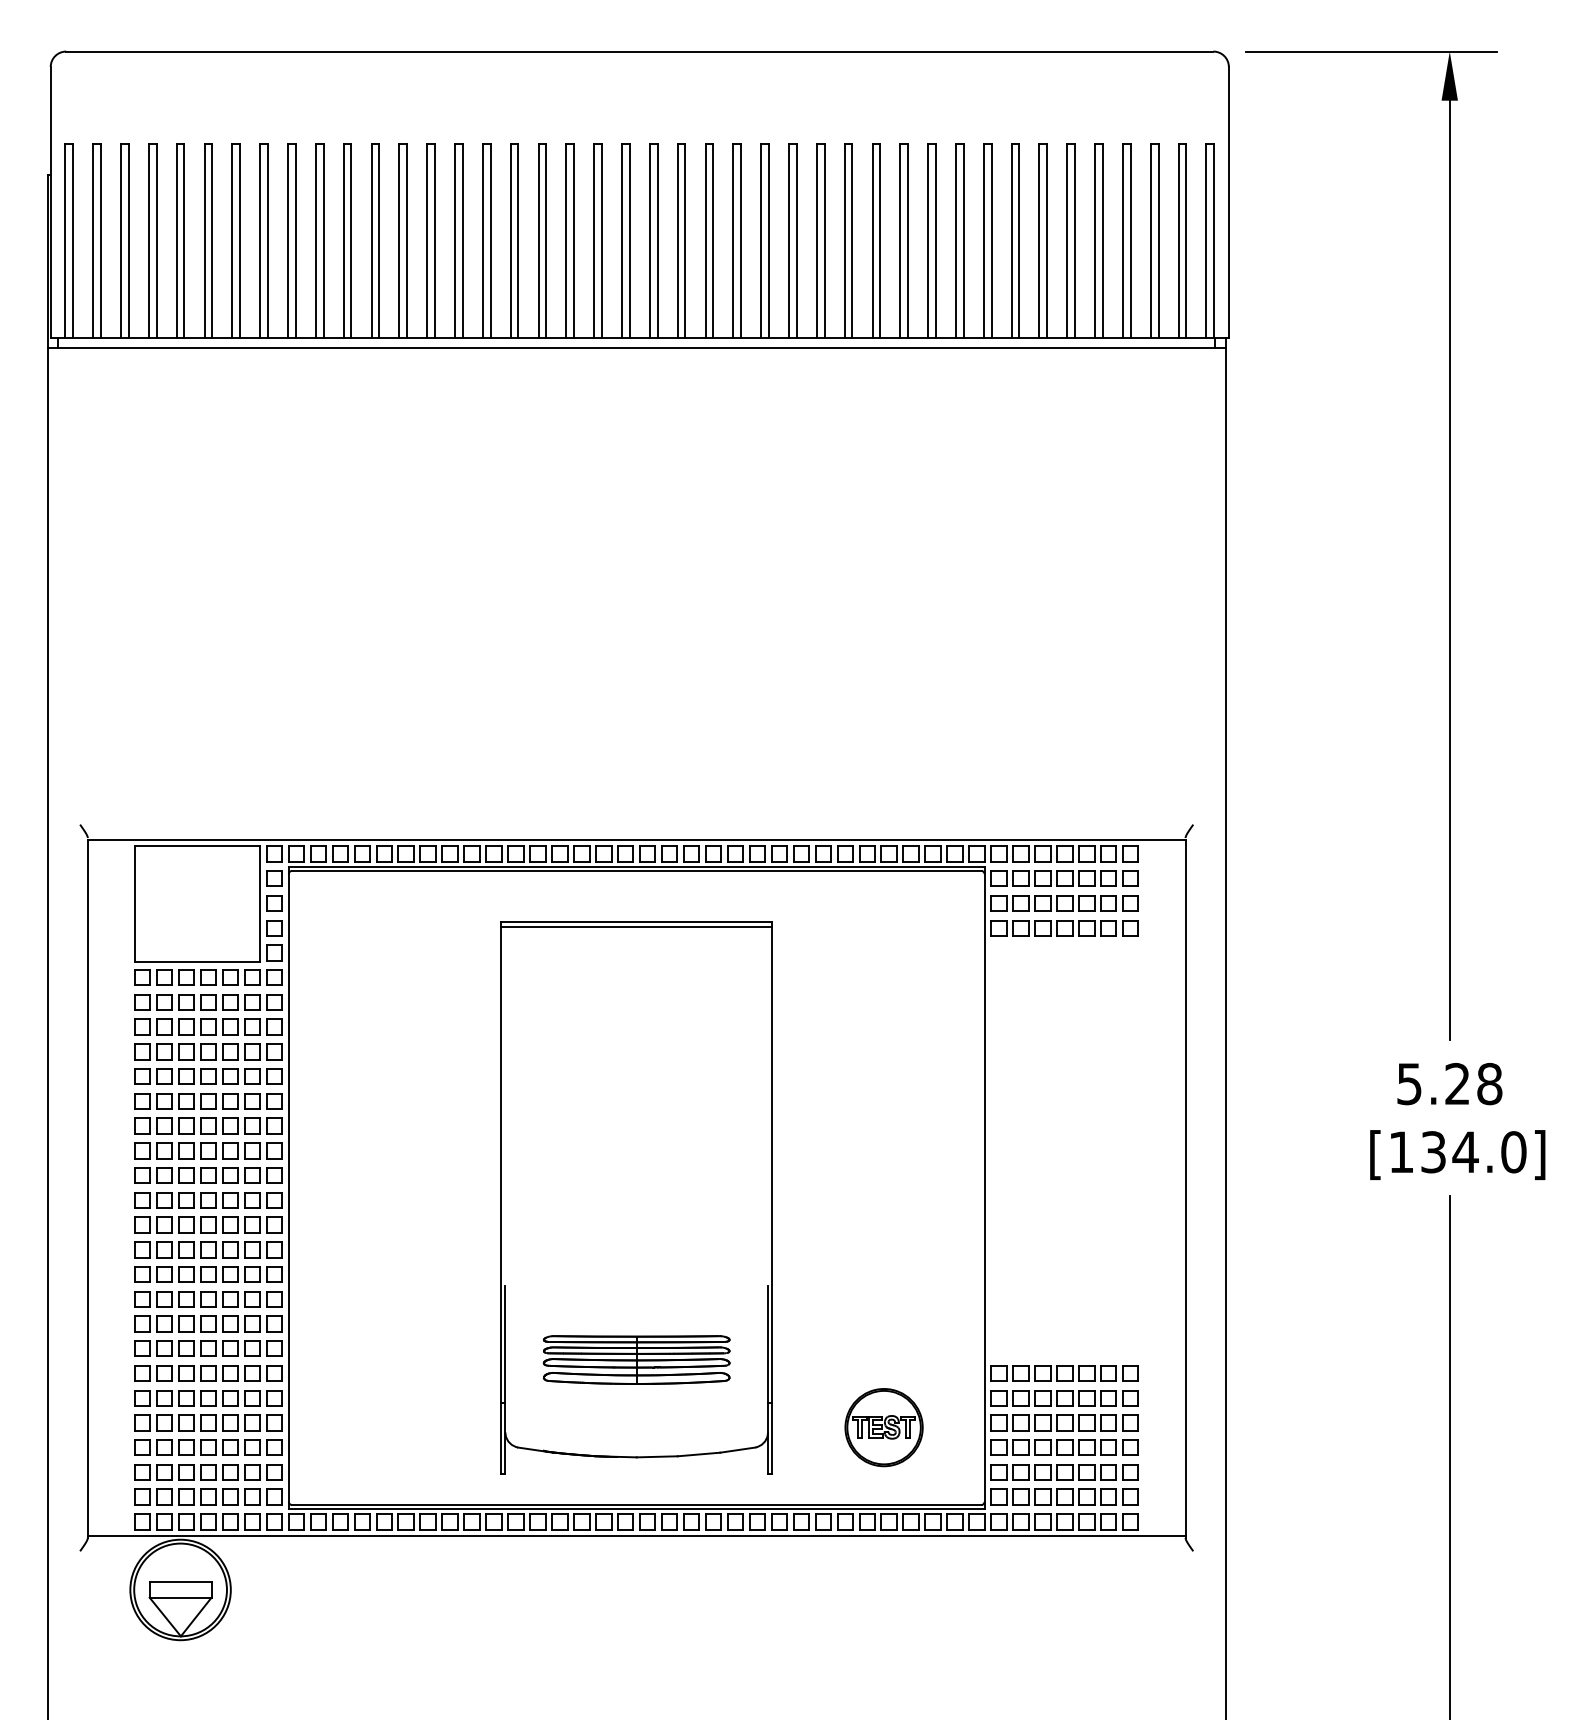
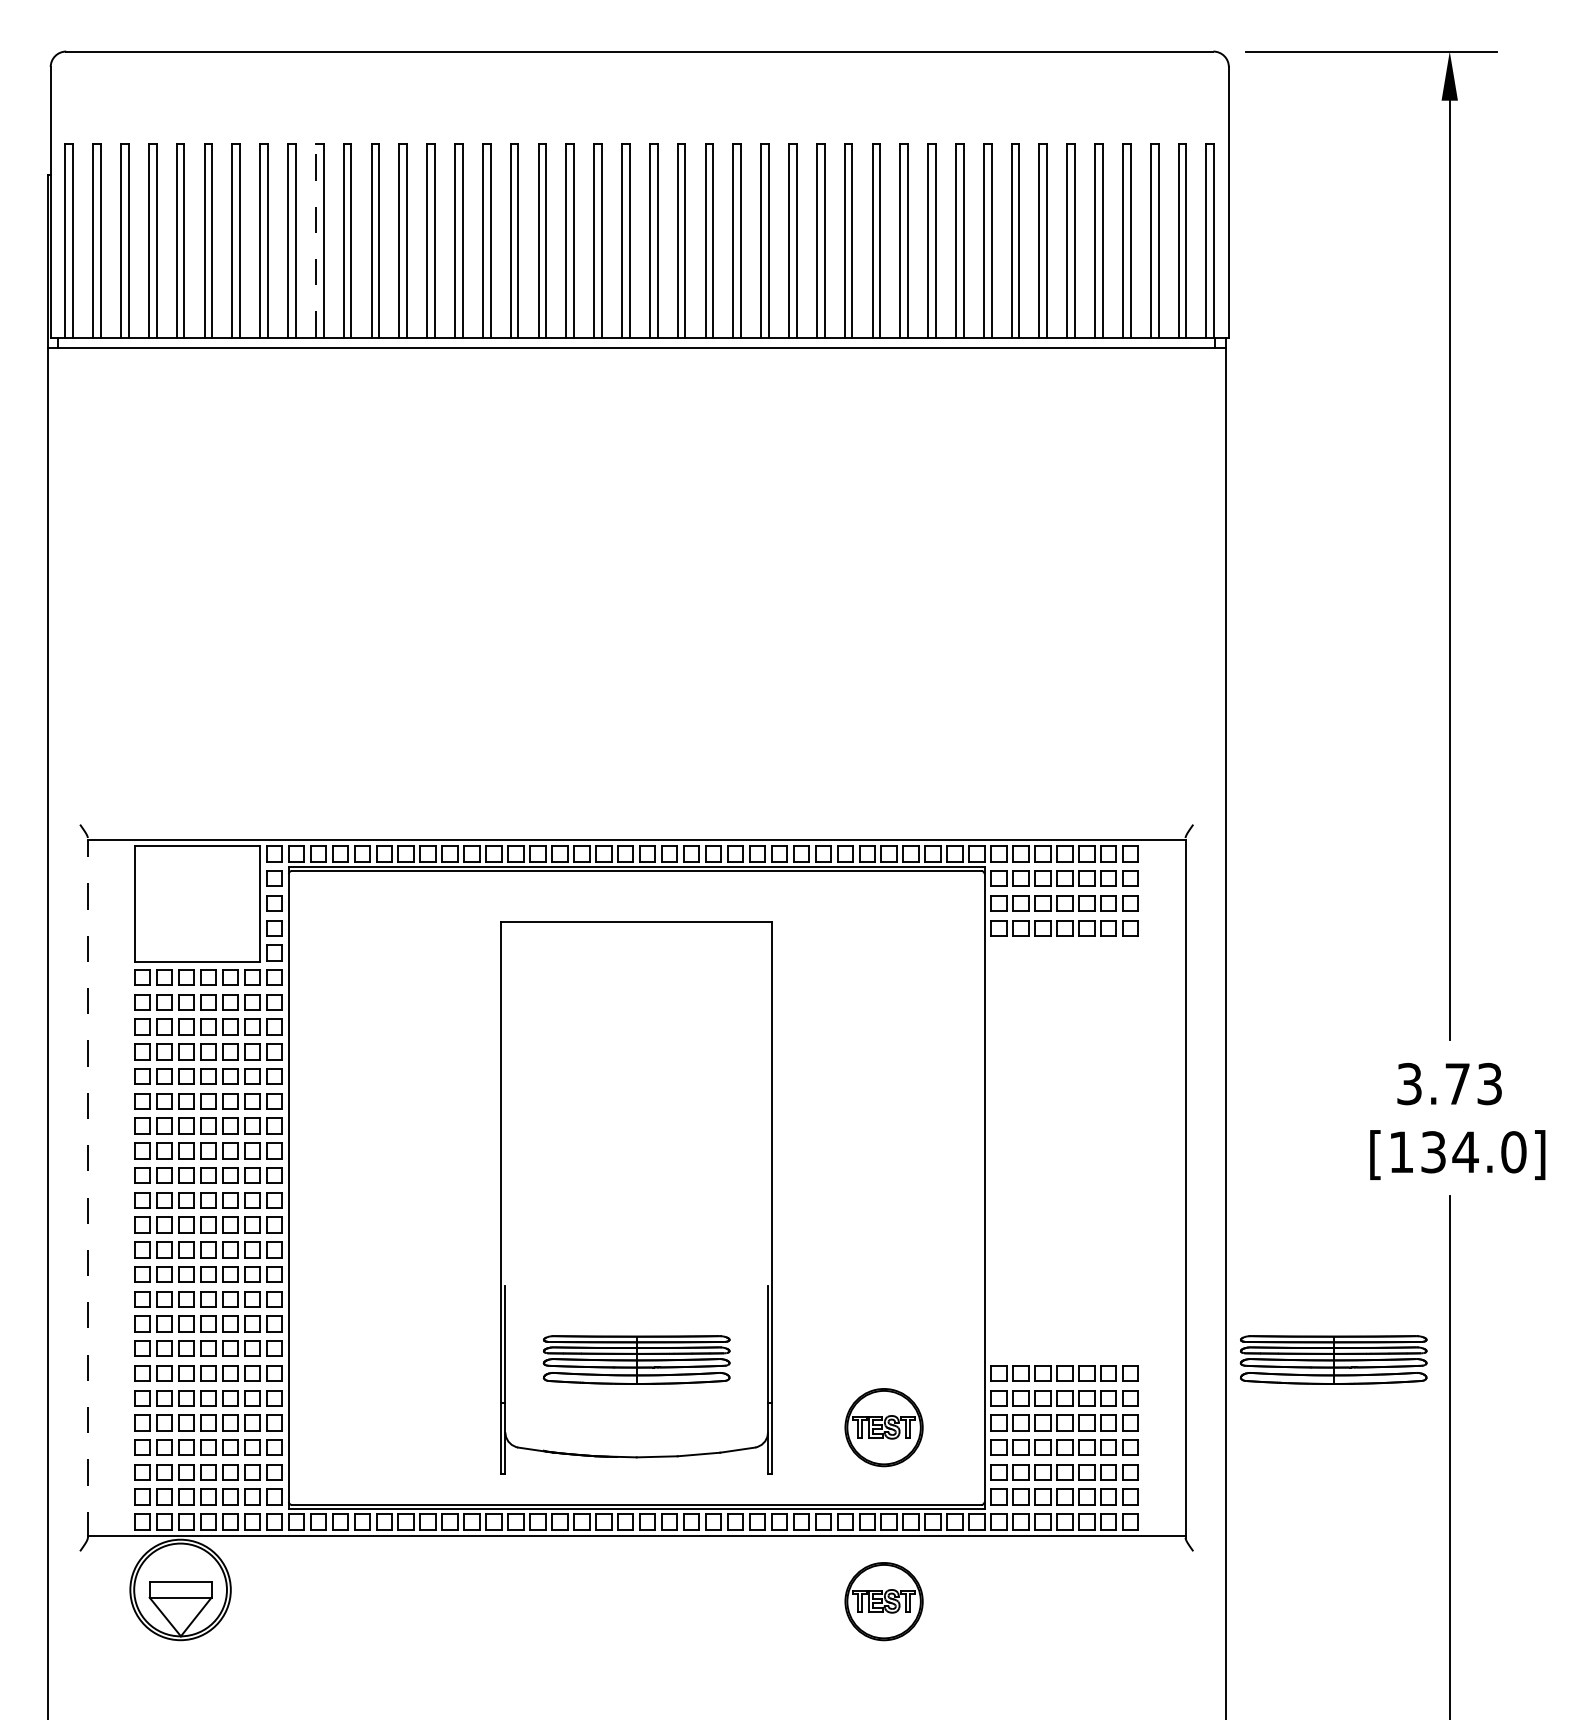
line at (315, 240): solid -> dashed
line at (636, 926): present -> none
text at (1449, 1083): 5.28 -> 3.73
line at (87, 1189): solid -> dashed
part at (1333, 1359): none -> present
part at (883, 1601): none -> present
